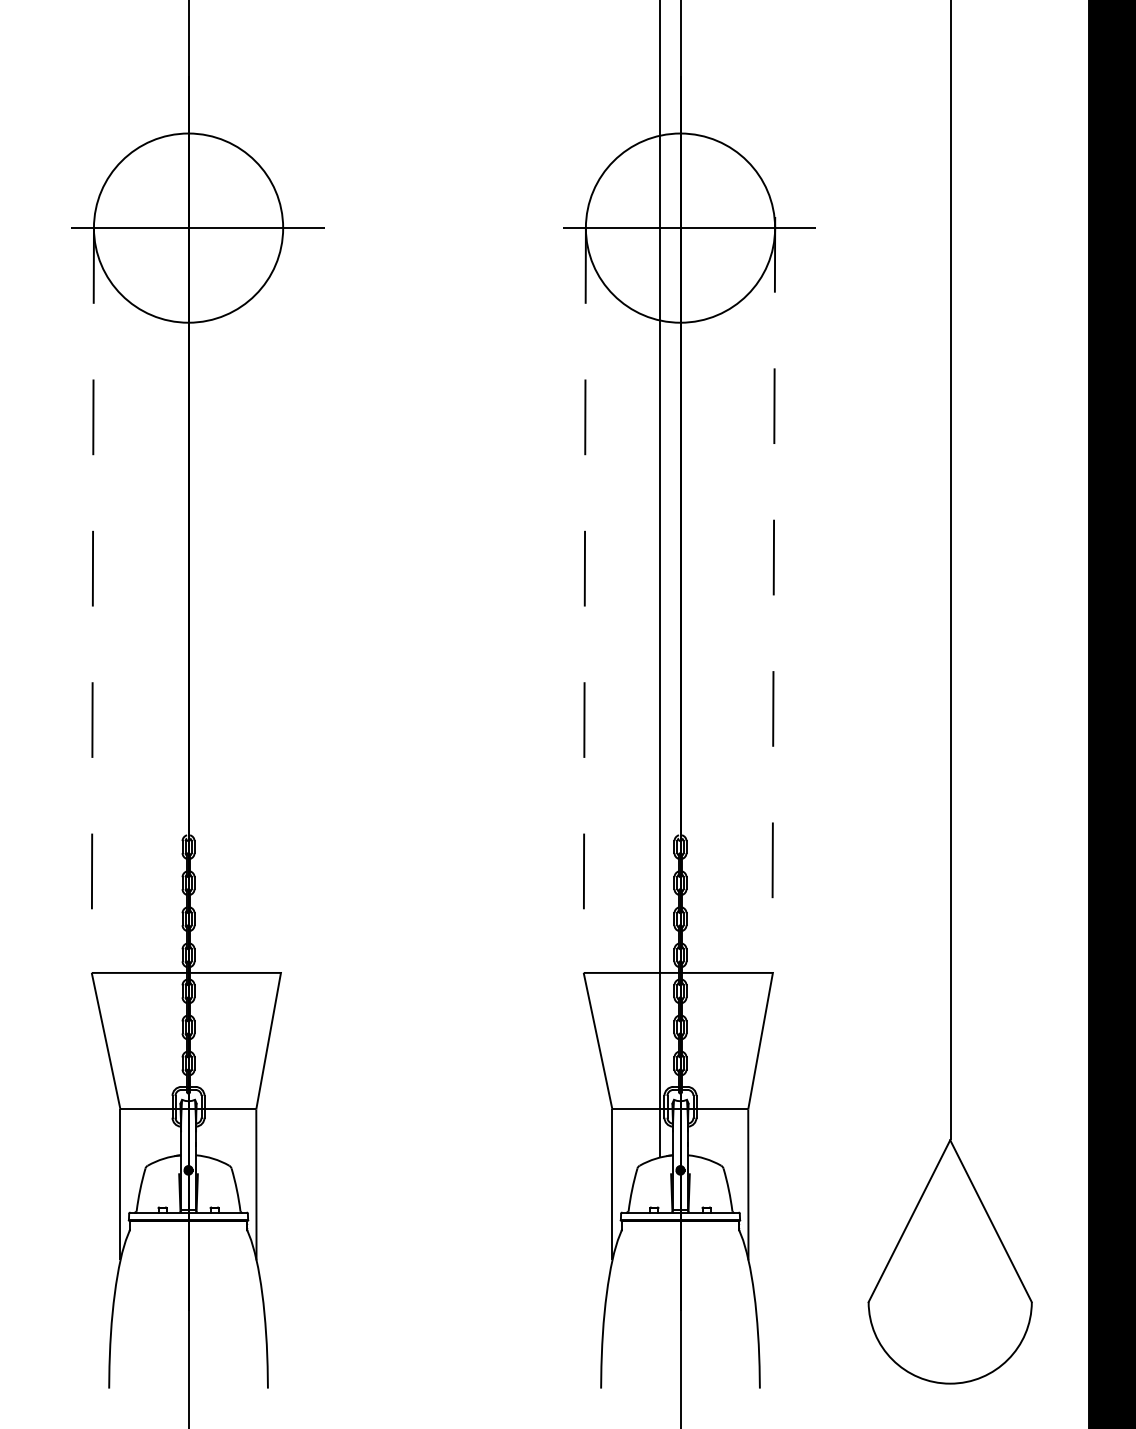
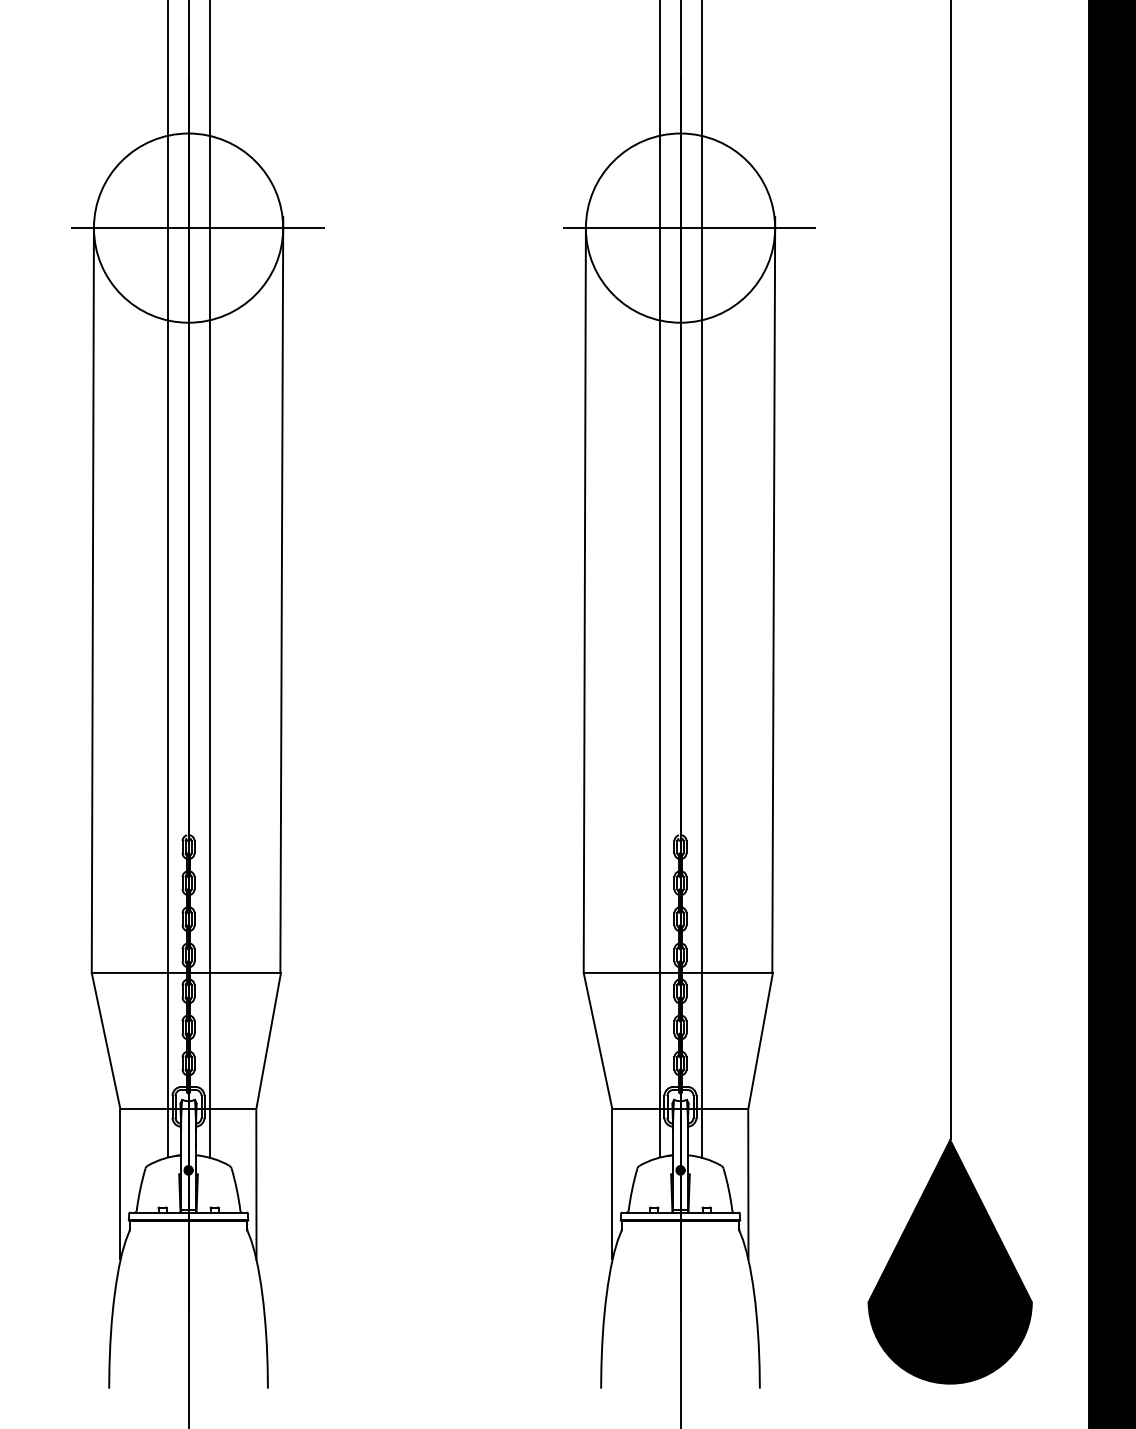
line at (168, 579): none -> present
line at (209, 580): none -> present
line at (701, 580): none -> present
line at (281, 594): none -> present
line at (773, 594): dashed -> solid
line at (92, 601): dashed -> solid
line at (584, 601): dashed -> solid
fill at (949, 1261): none -> present
